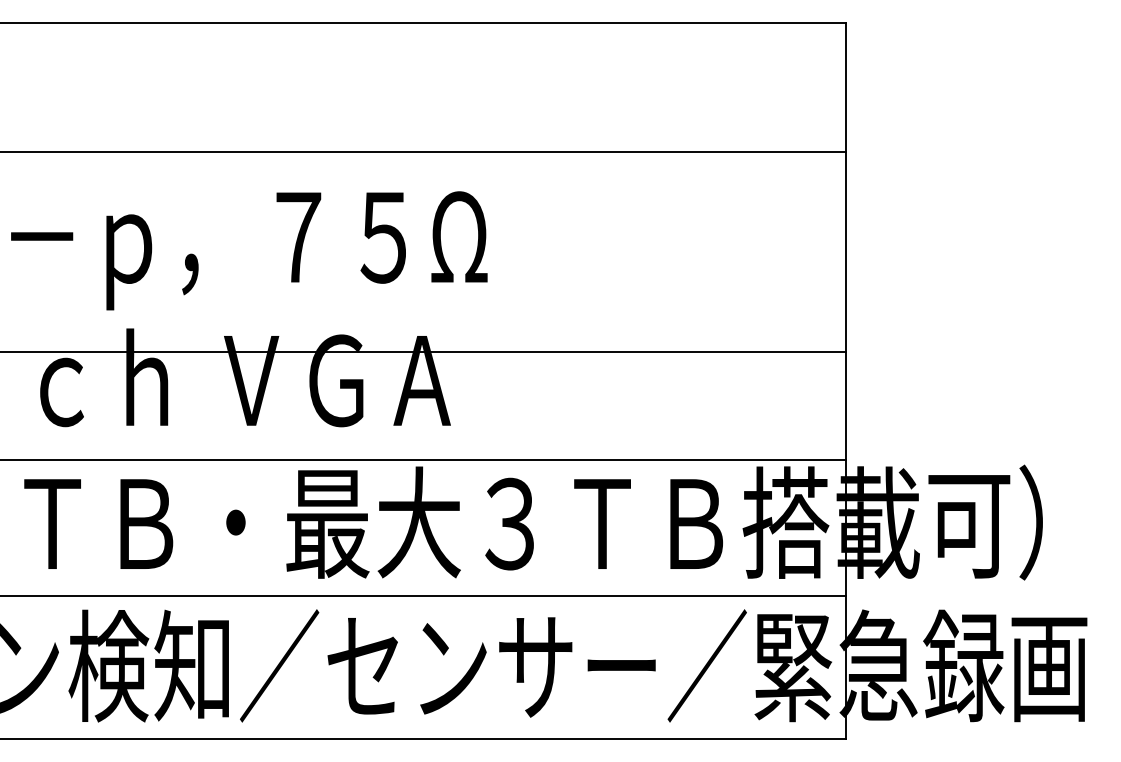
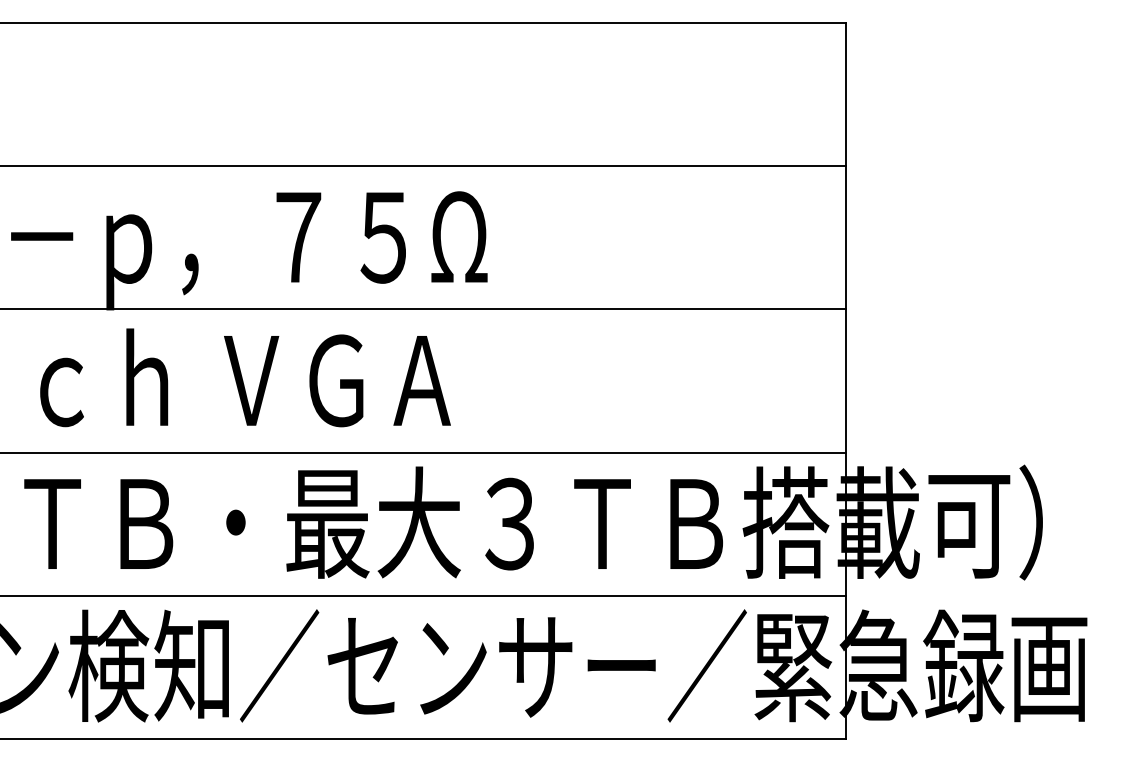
line at (423, 152) position: (423, 152) -> (423, 166)
line at (423, 352) position: (423, 352) -> (423, 309)
line at (423, 459) position: (423, 459) -> (423, 452)
